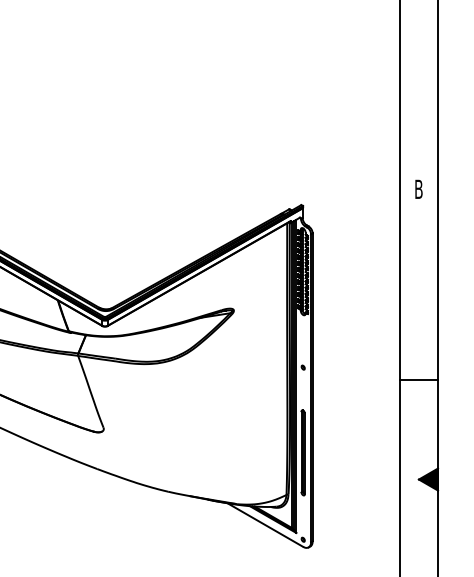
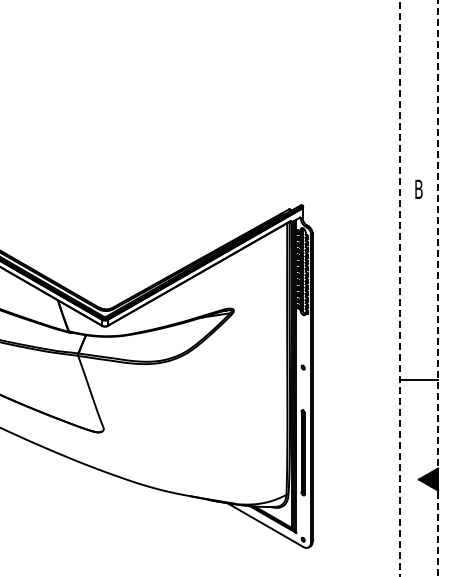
line at (399, 288): solid -> dashed
line at (438, 288): solid -> dashed
